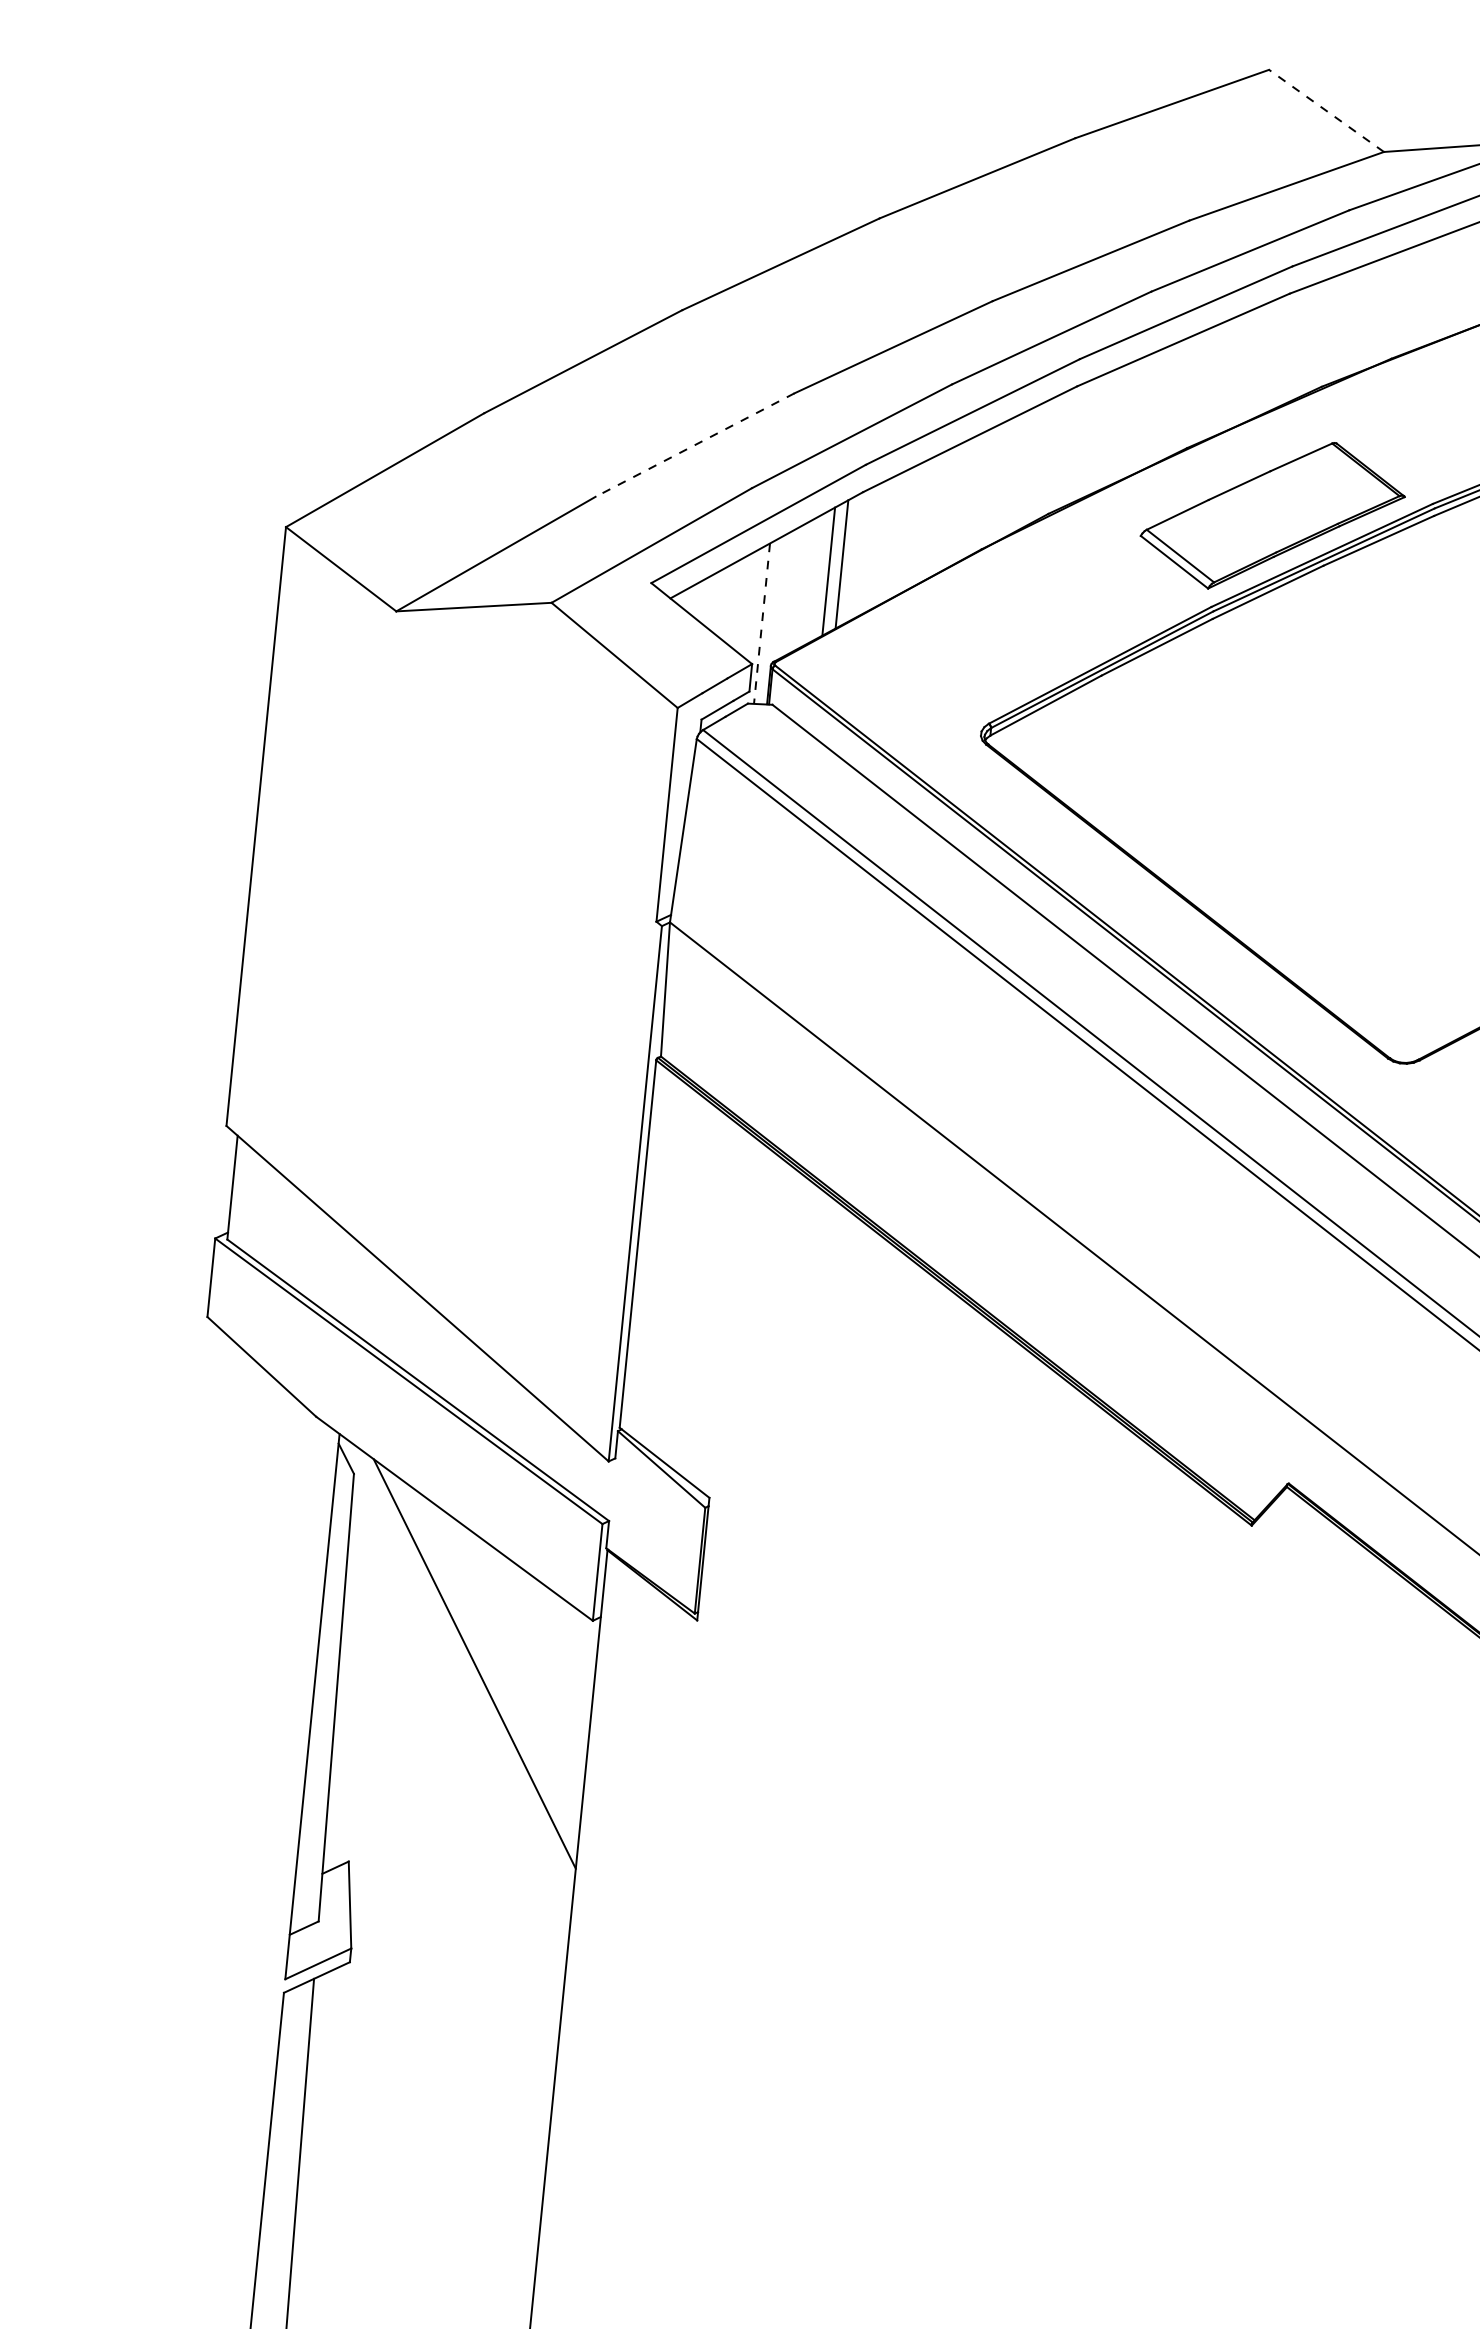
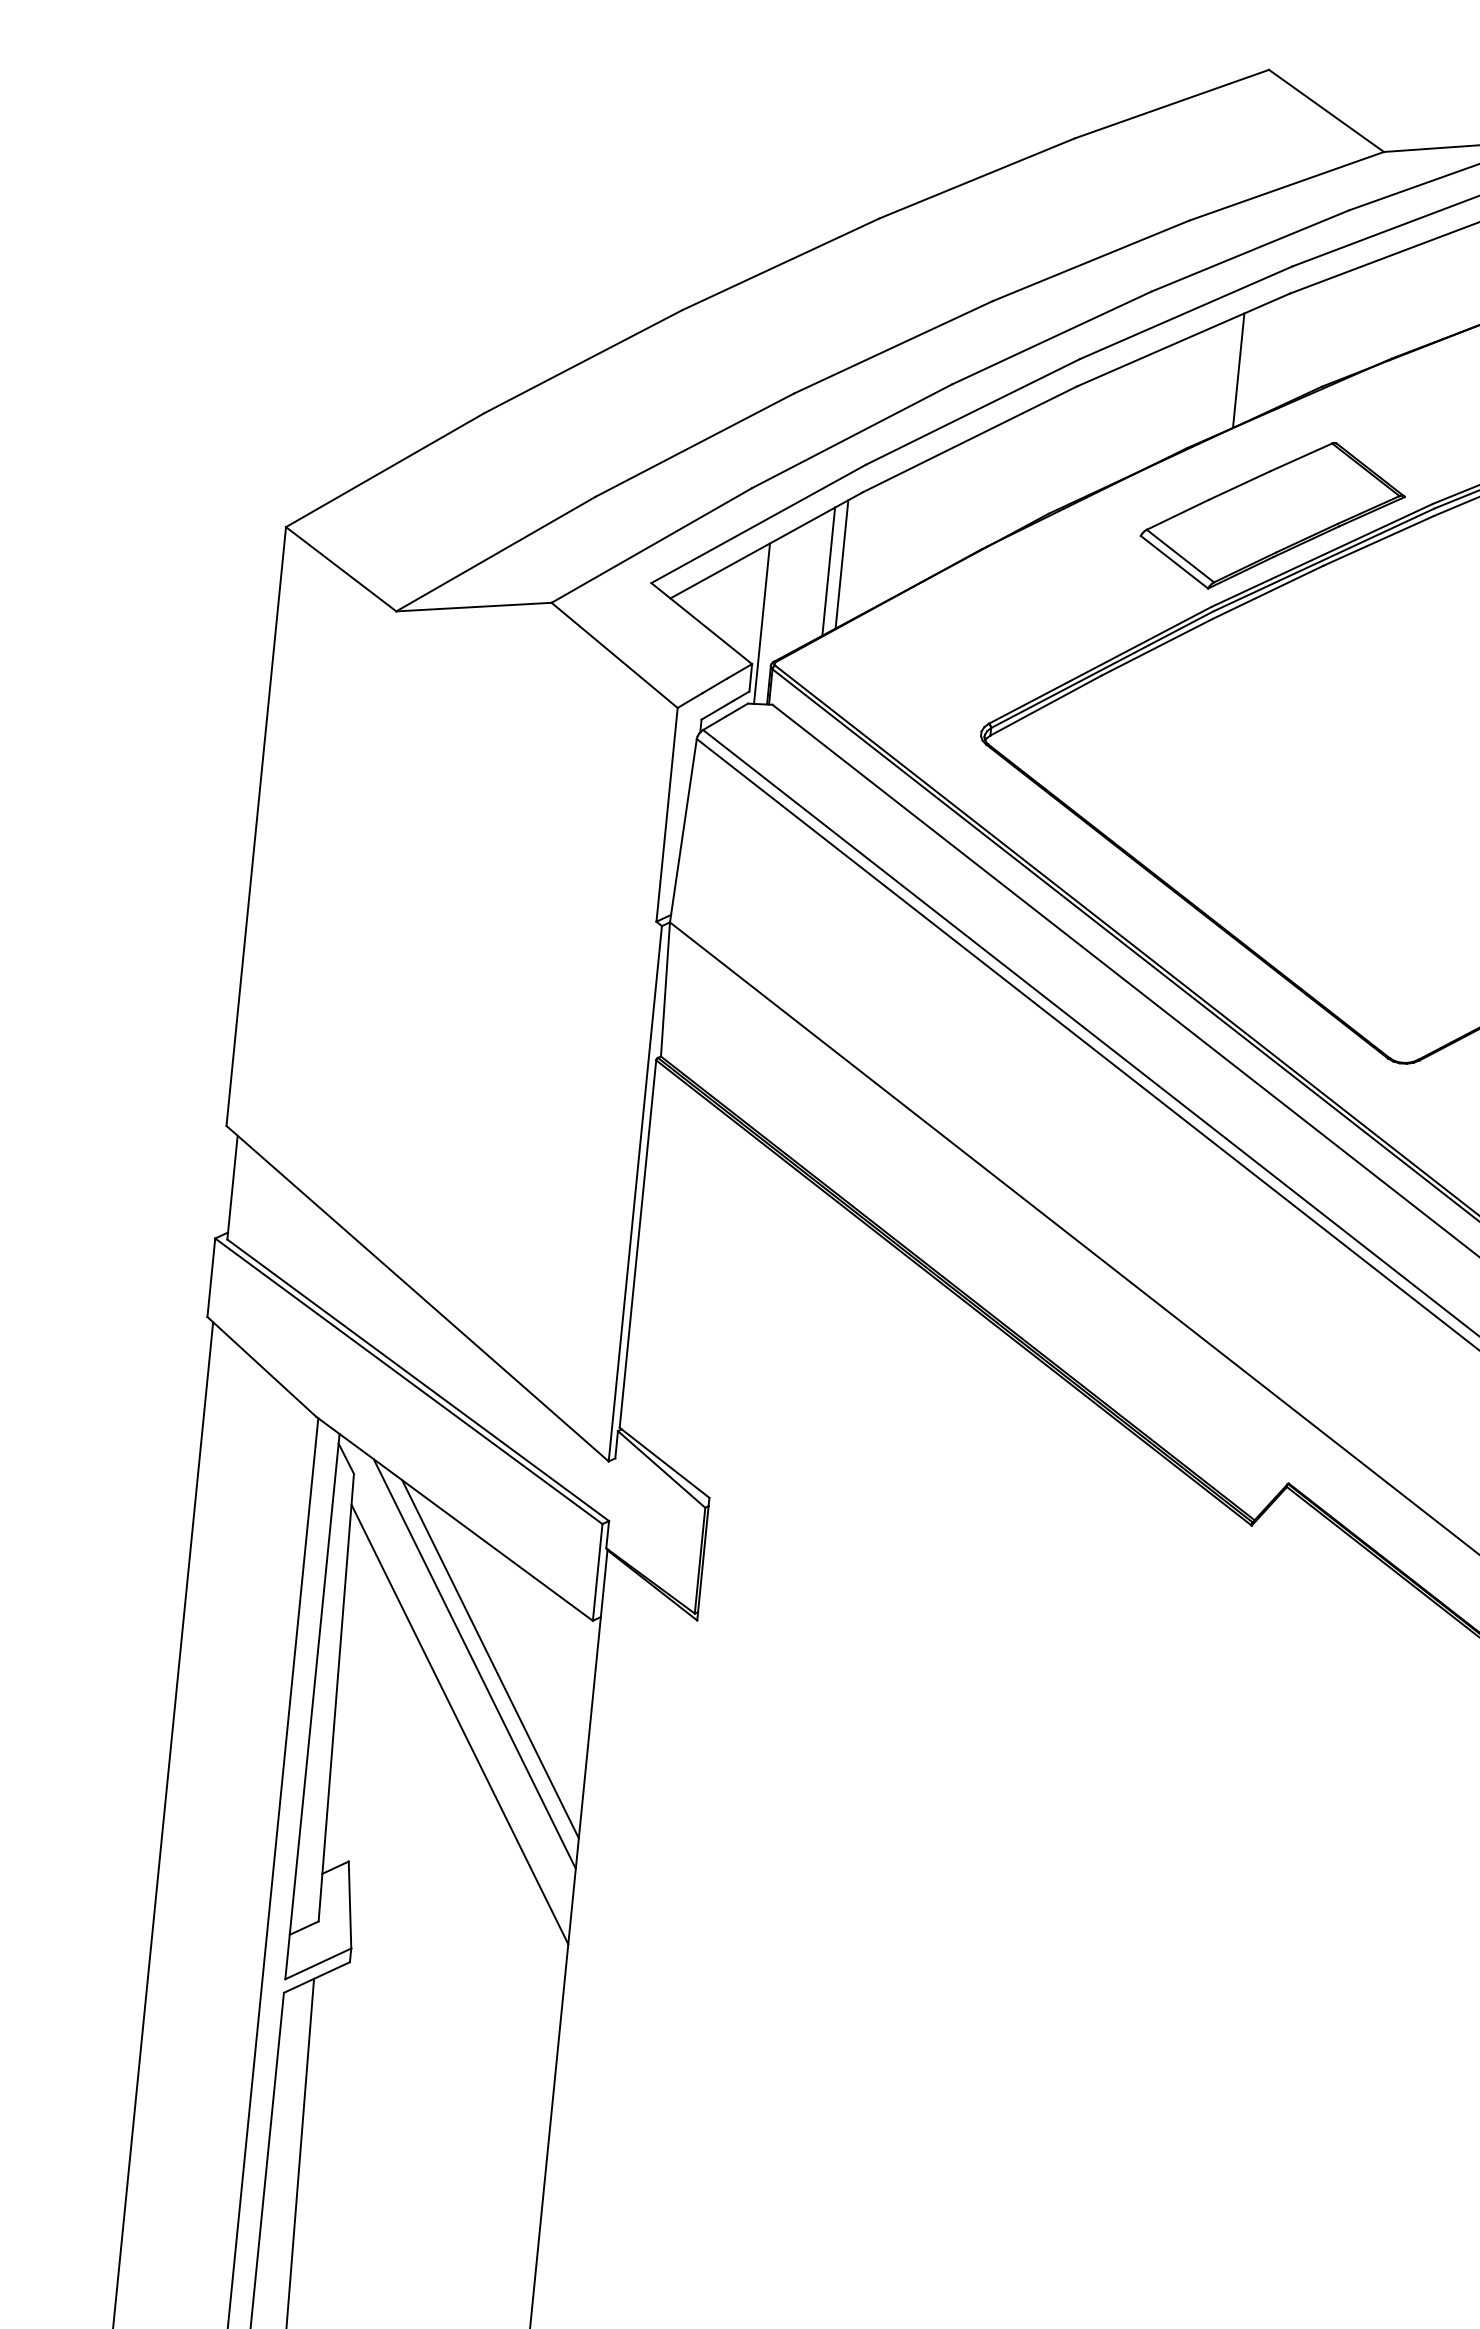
line at (1326, 110): dashed -> solid
line at (1238, 370): none -> present
line at (694, 445): dashed -> solid
line at (762, 623): dashed -> solid
line at (490, 1659): none -> present
line at (459, 1724): none -> present
line at (163, 1823): none -> present
line at (273, 1871): none -> present
